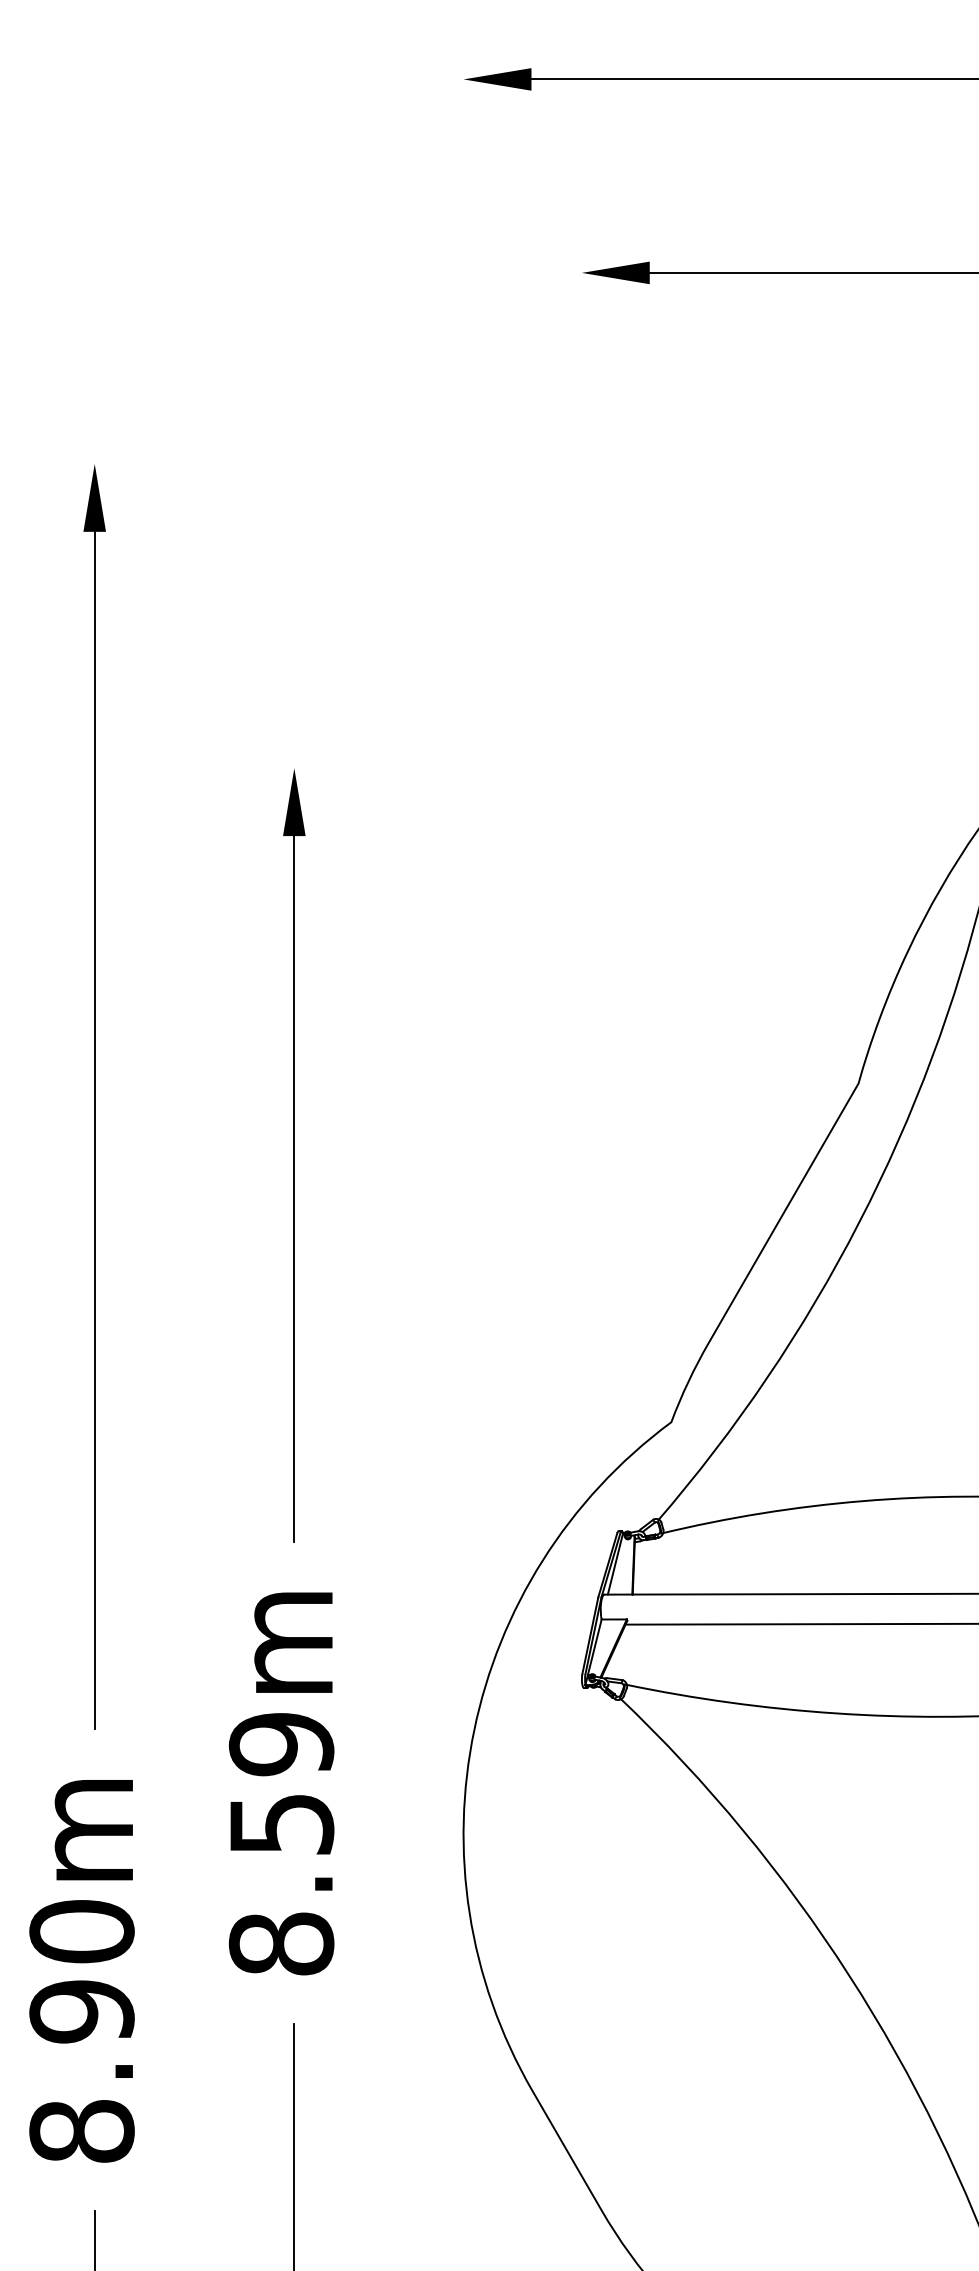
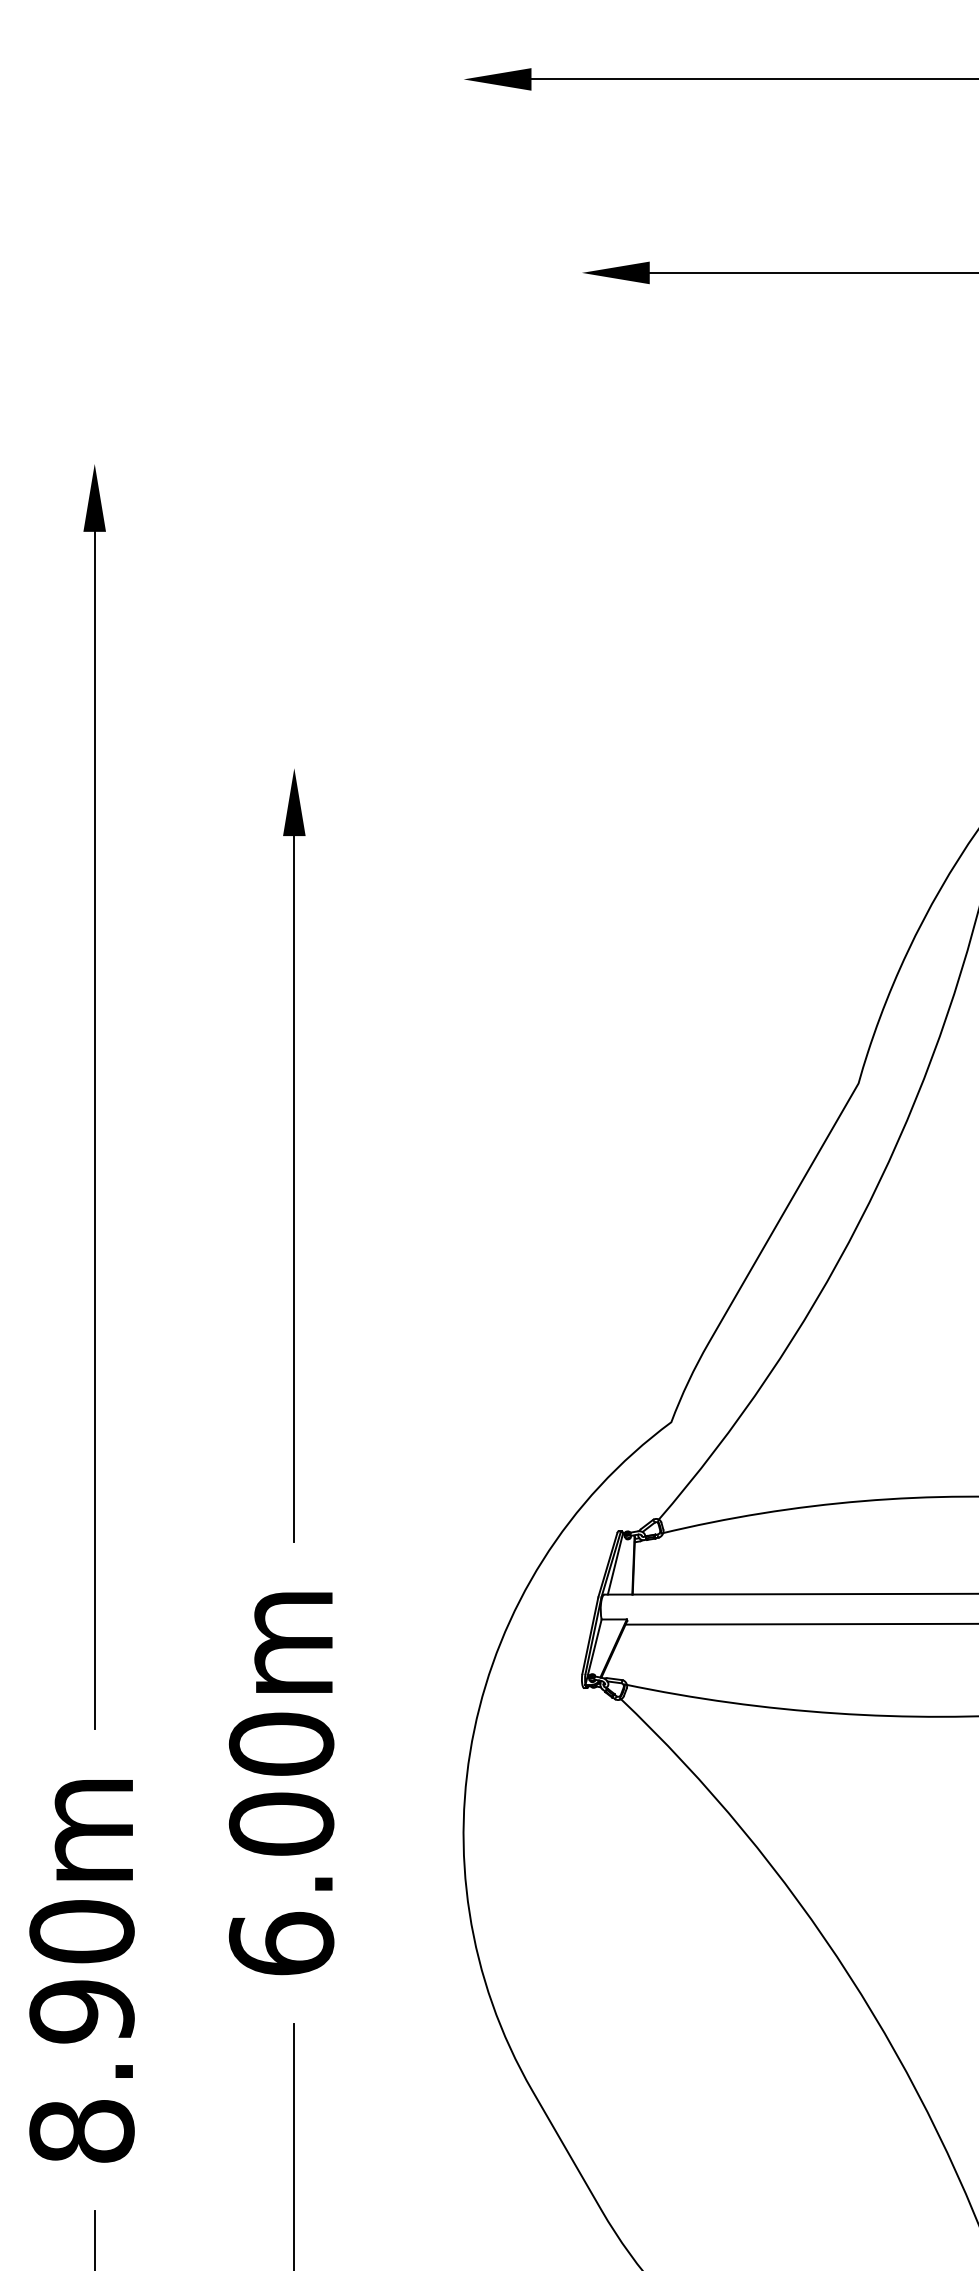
text at (281, 1843): 8.59m -> 6.00m
